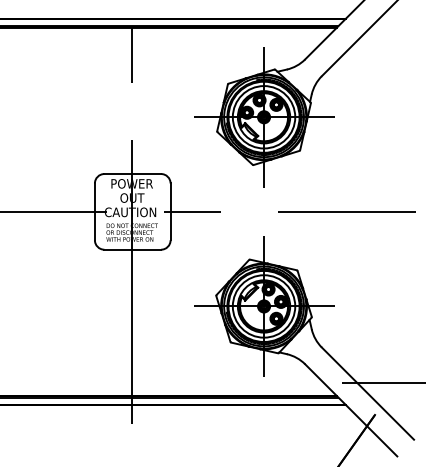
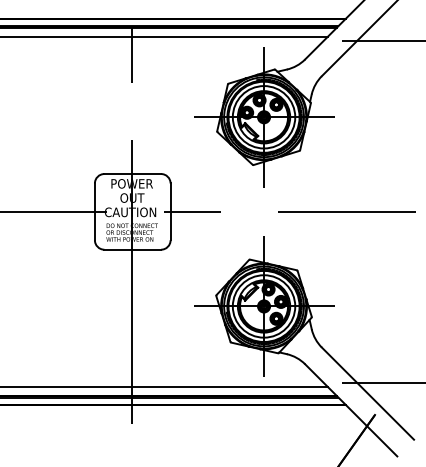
line at (164, 36): none -> present
line at (382, 40): none -> present
line at (164, 386): none -> present
